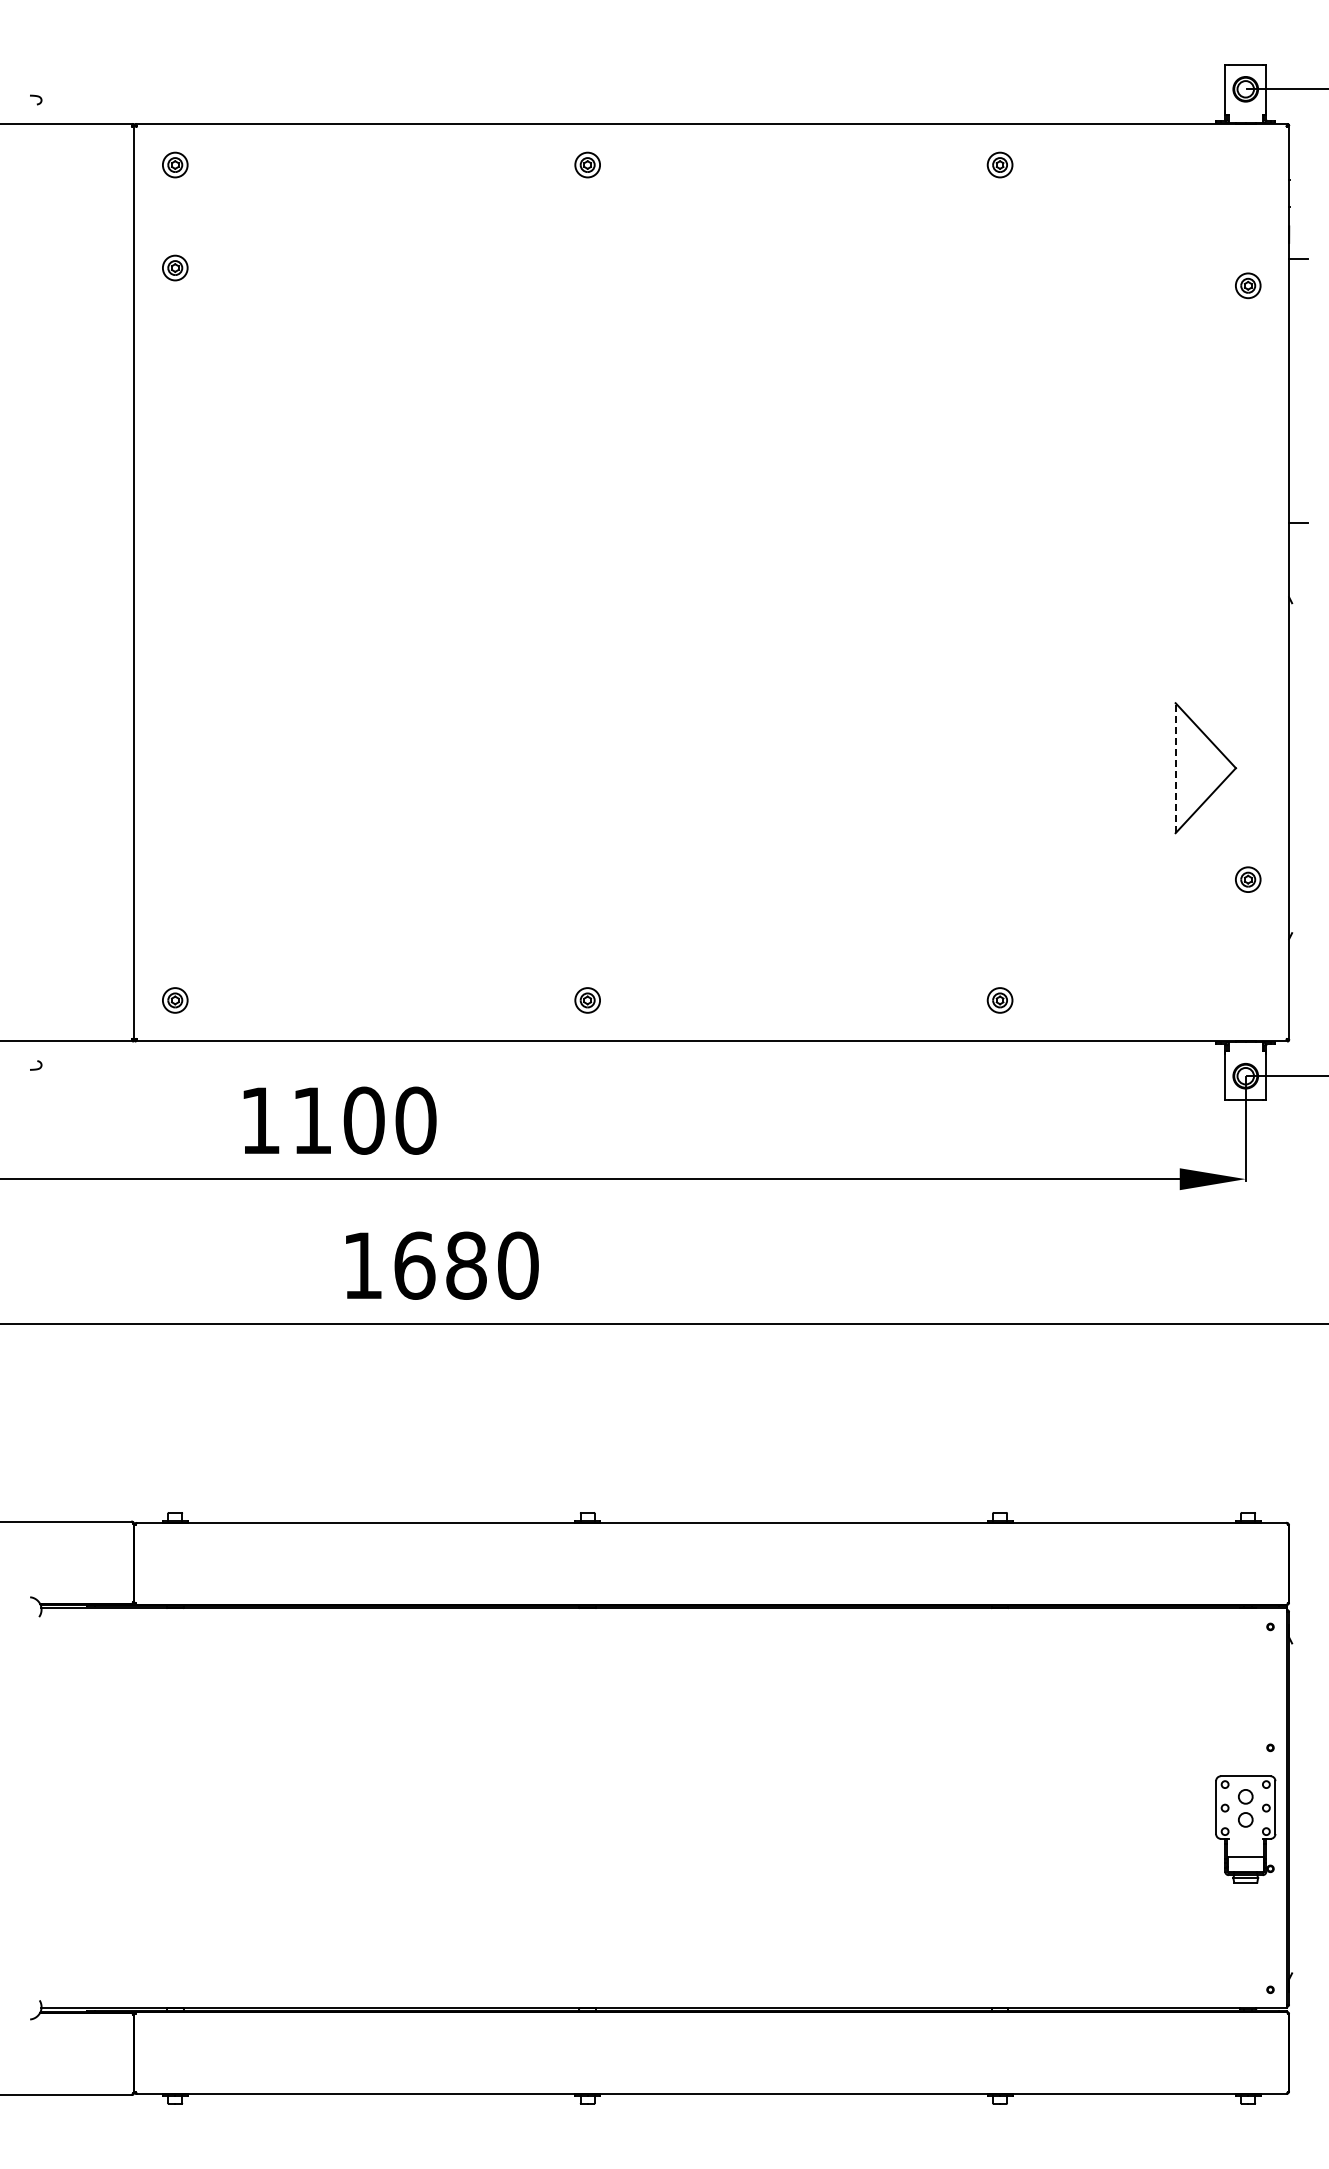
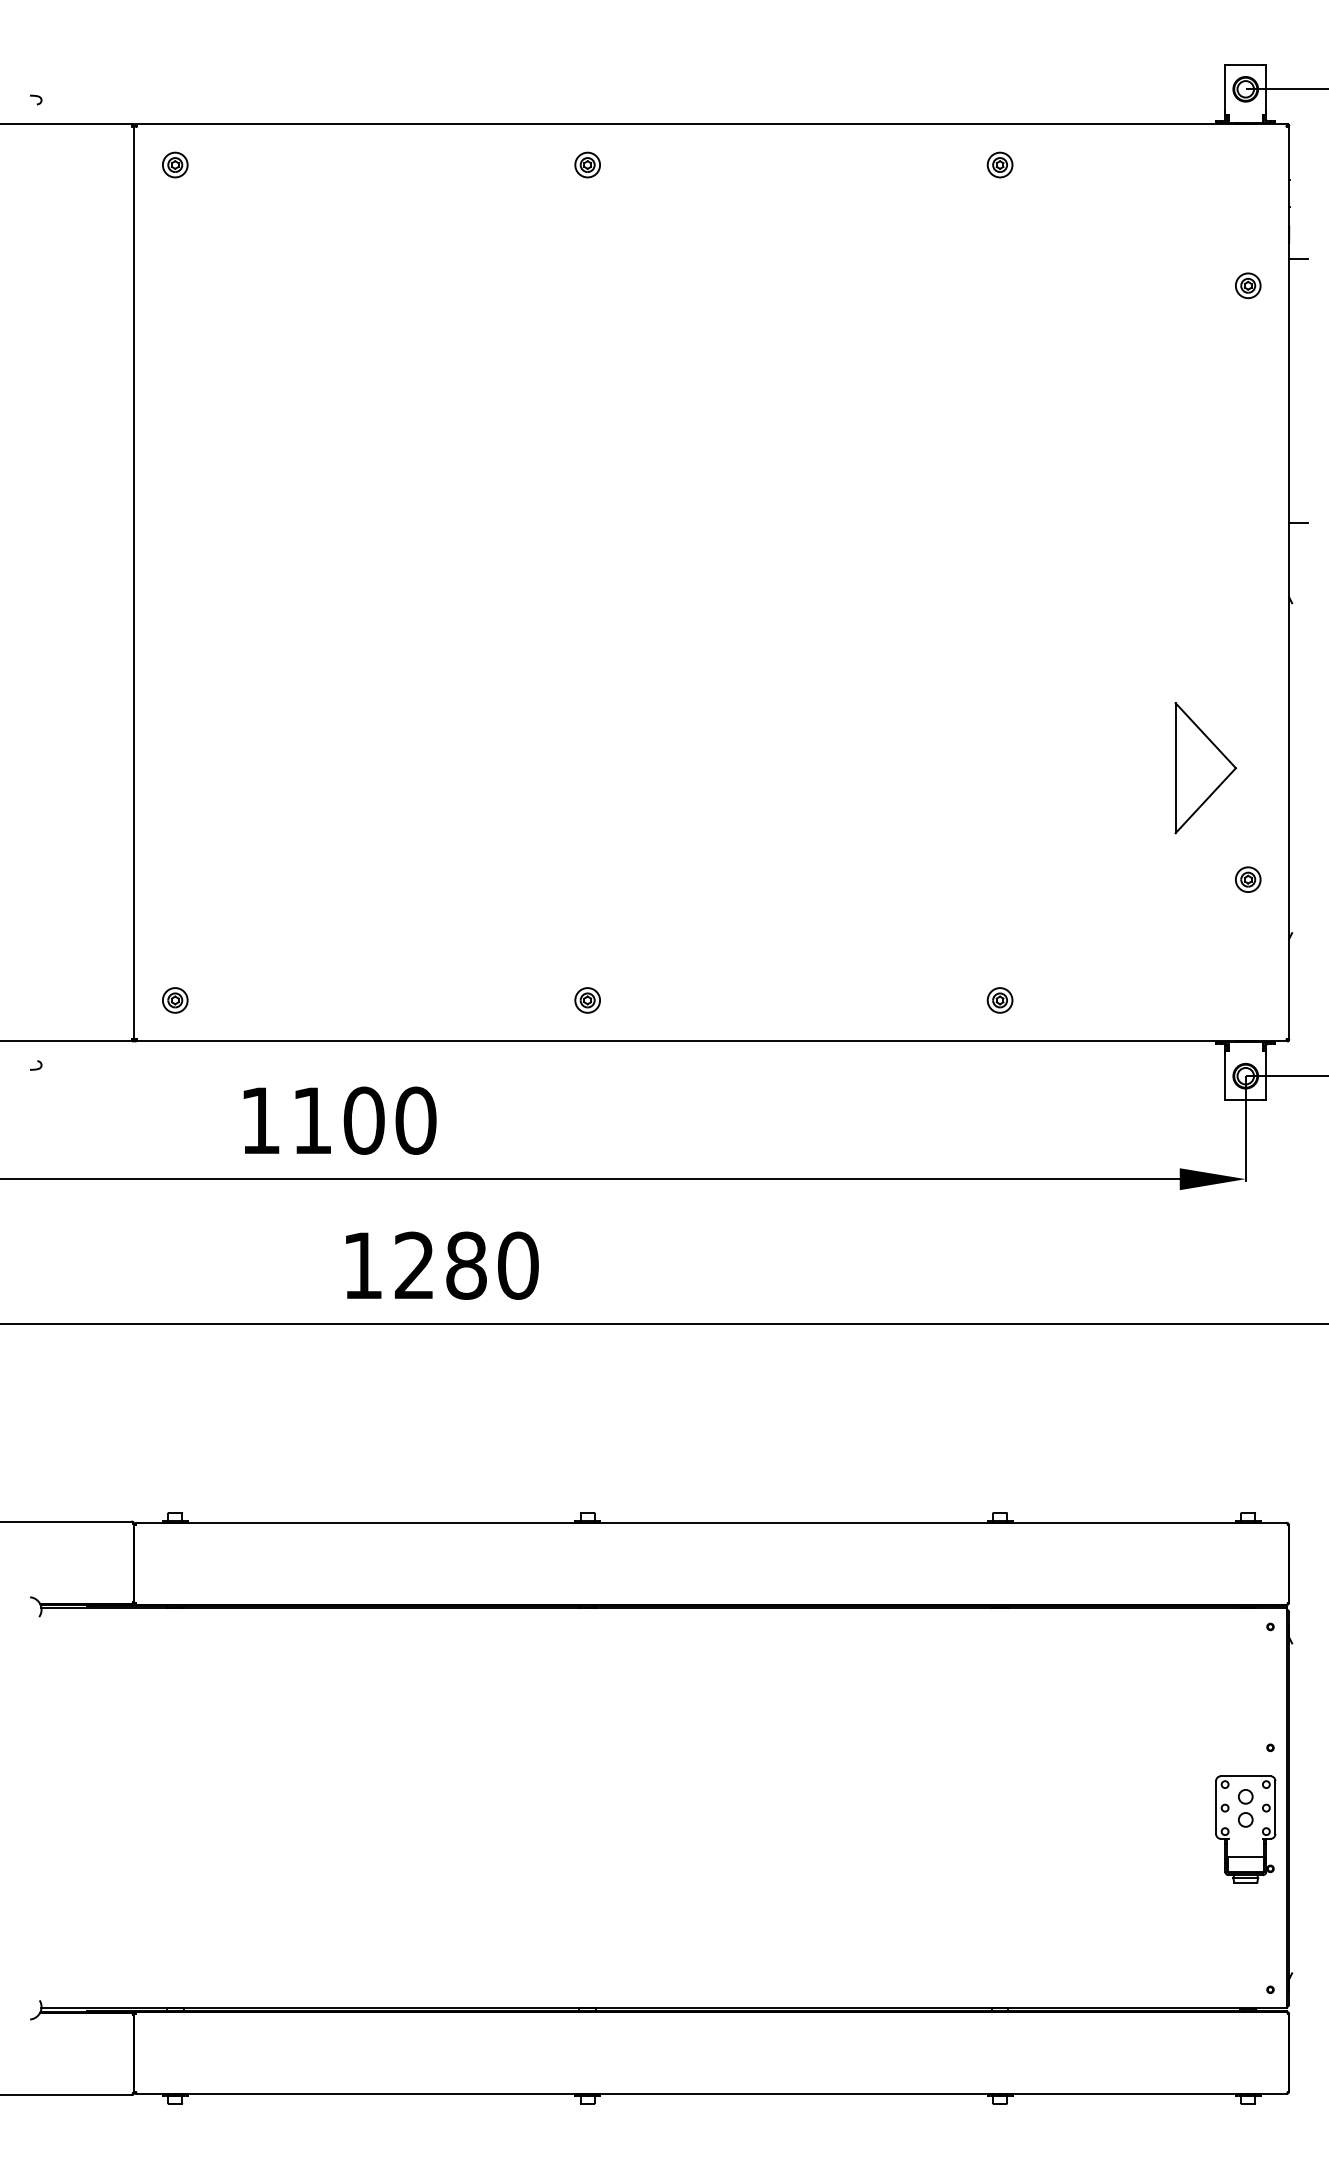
part at (175, 267): present -> none
line at (1175, 767): dashed -> solid
text at (414, 1265): 1680 -> 1280
